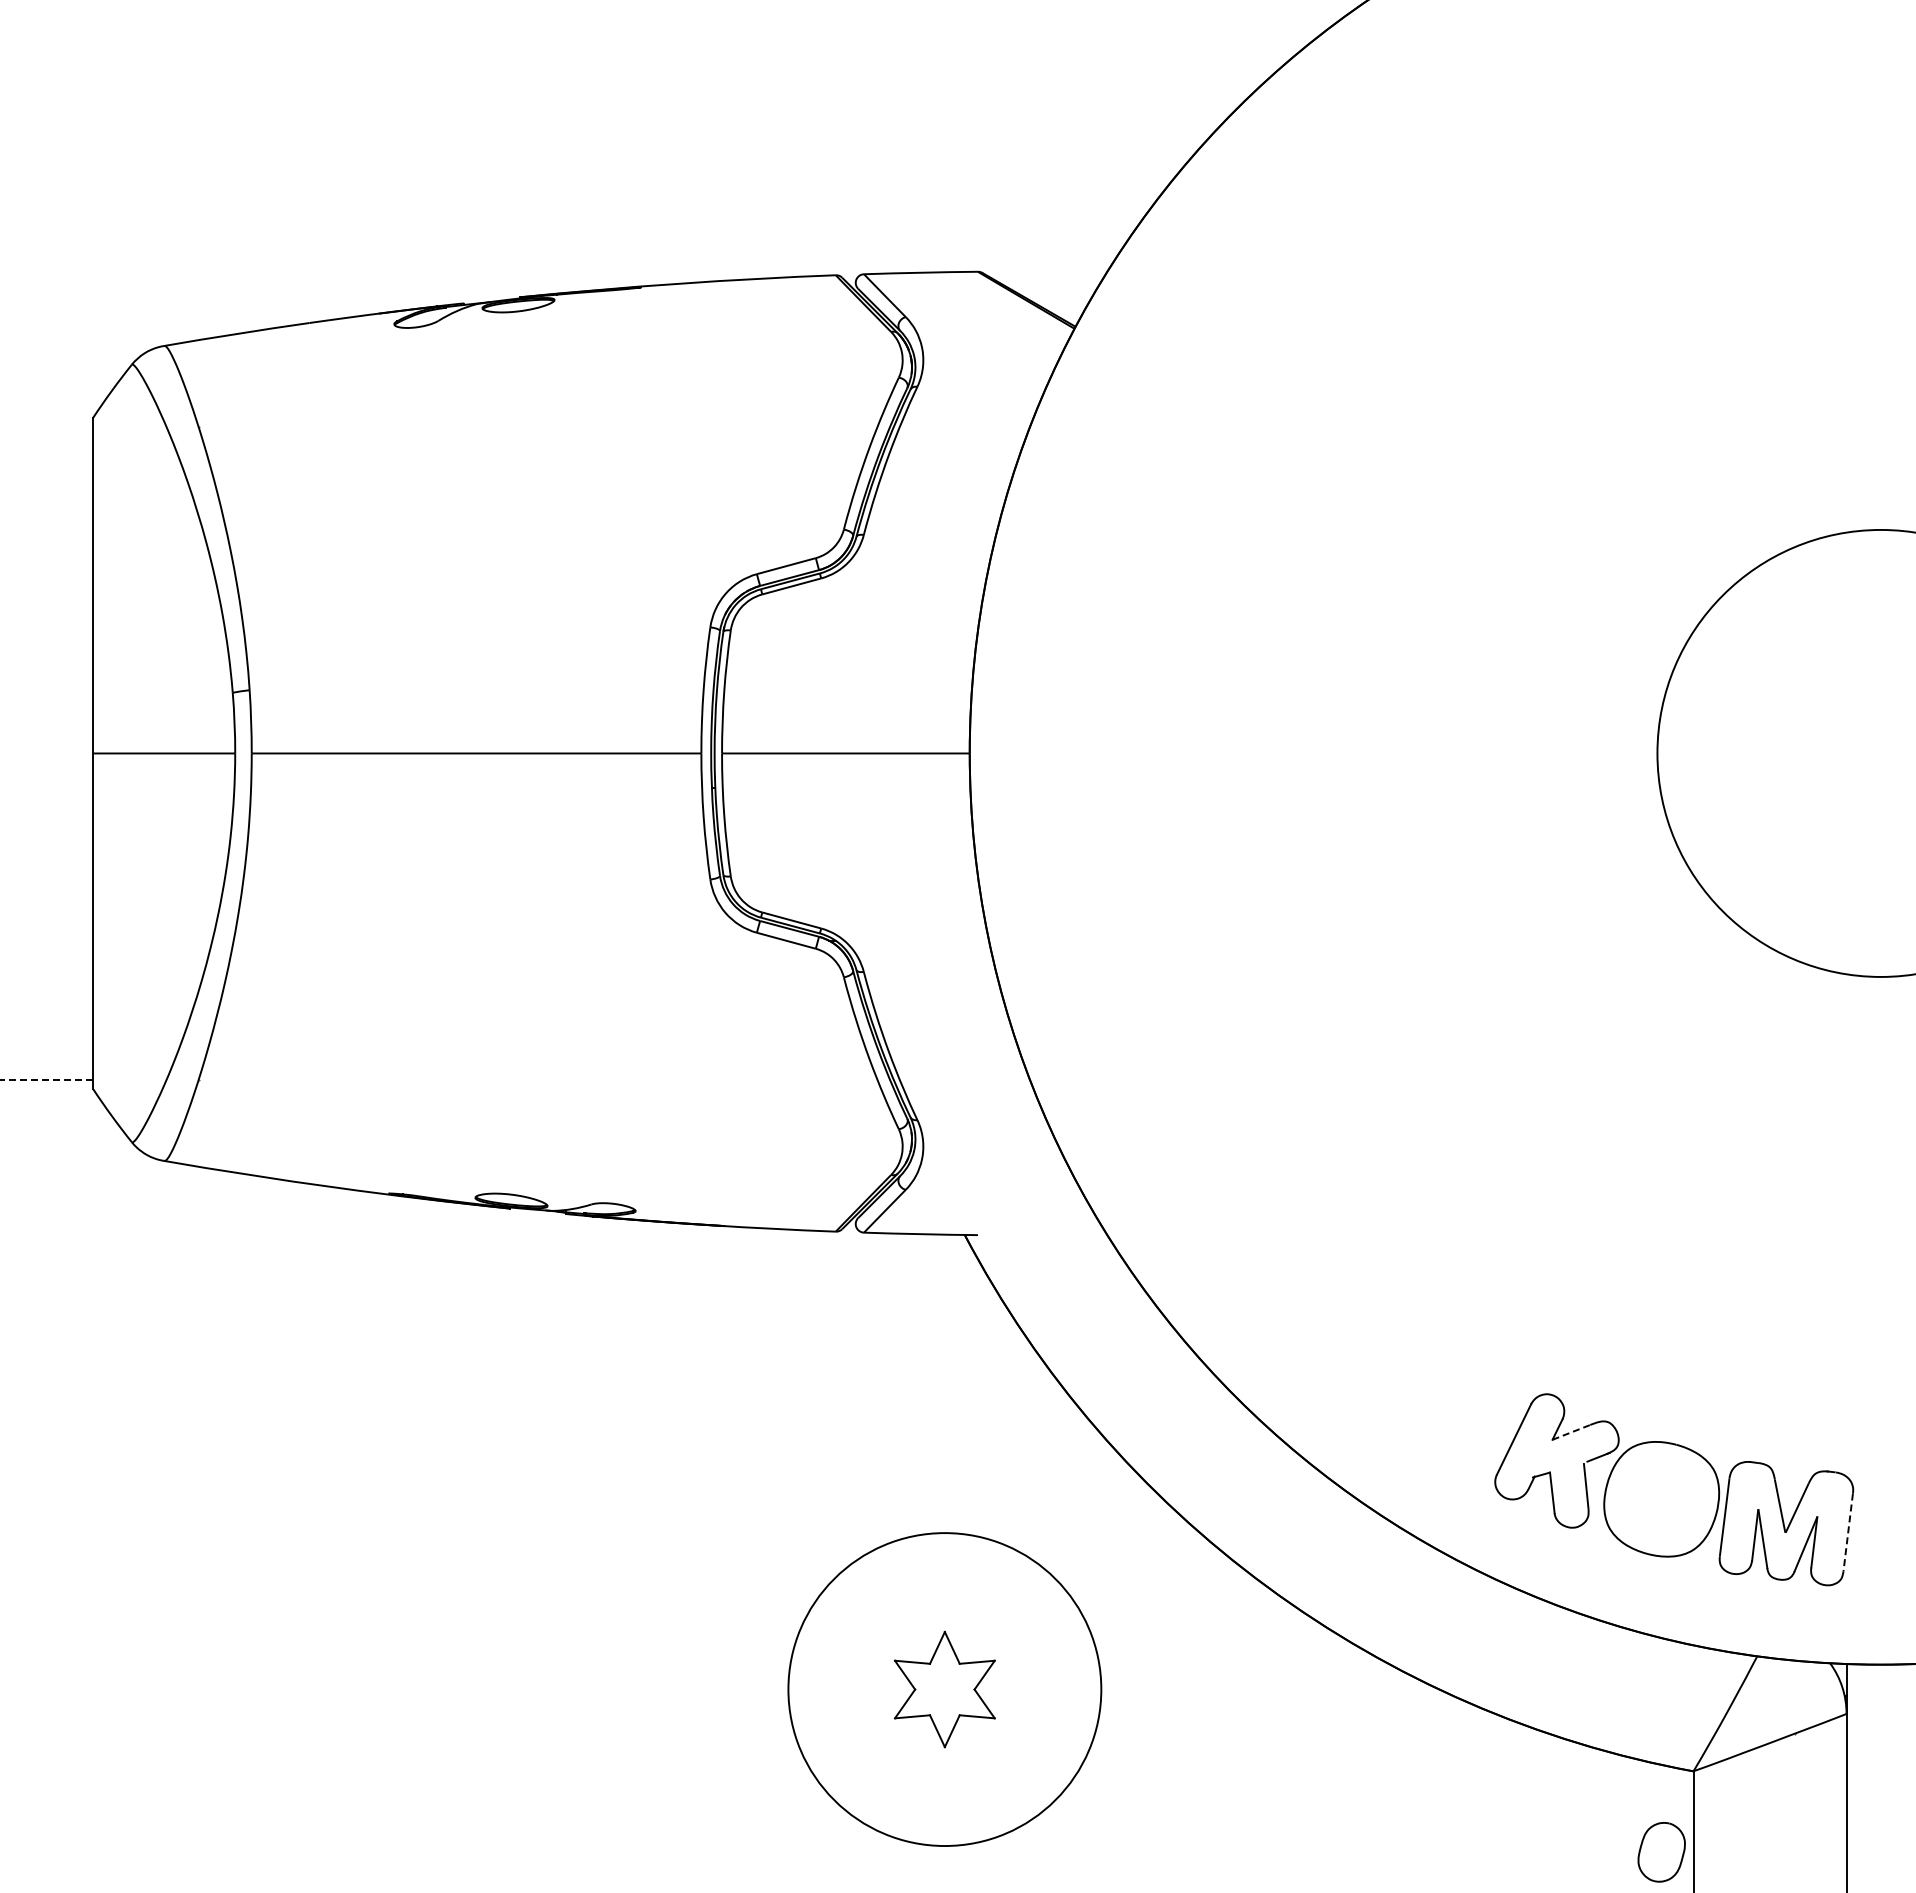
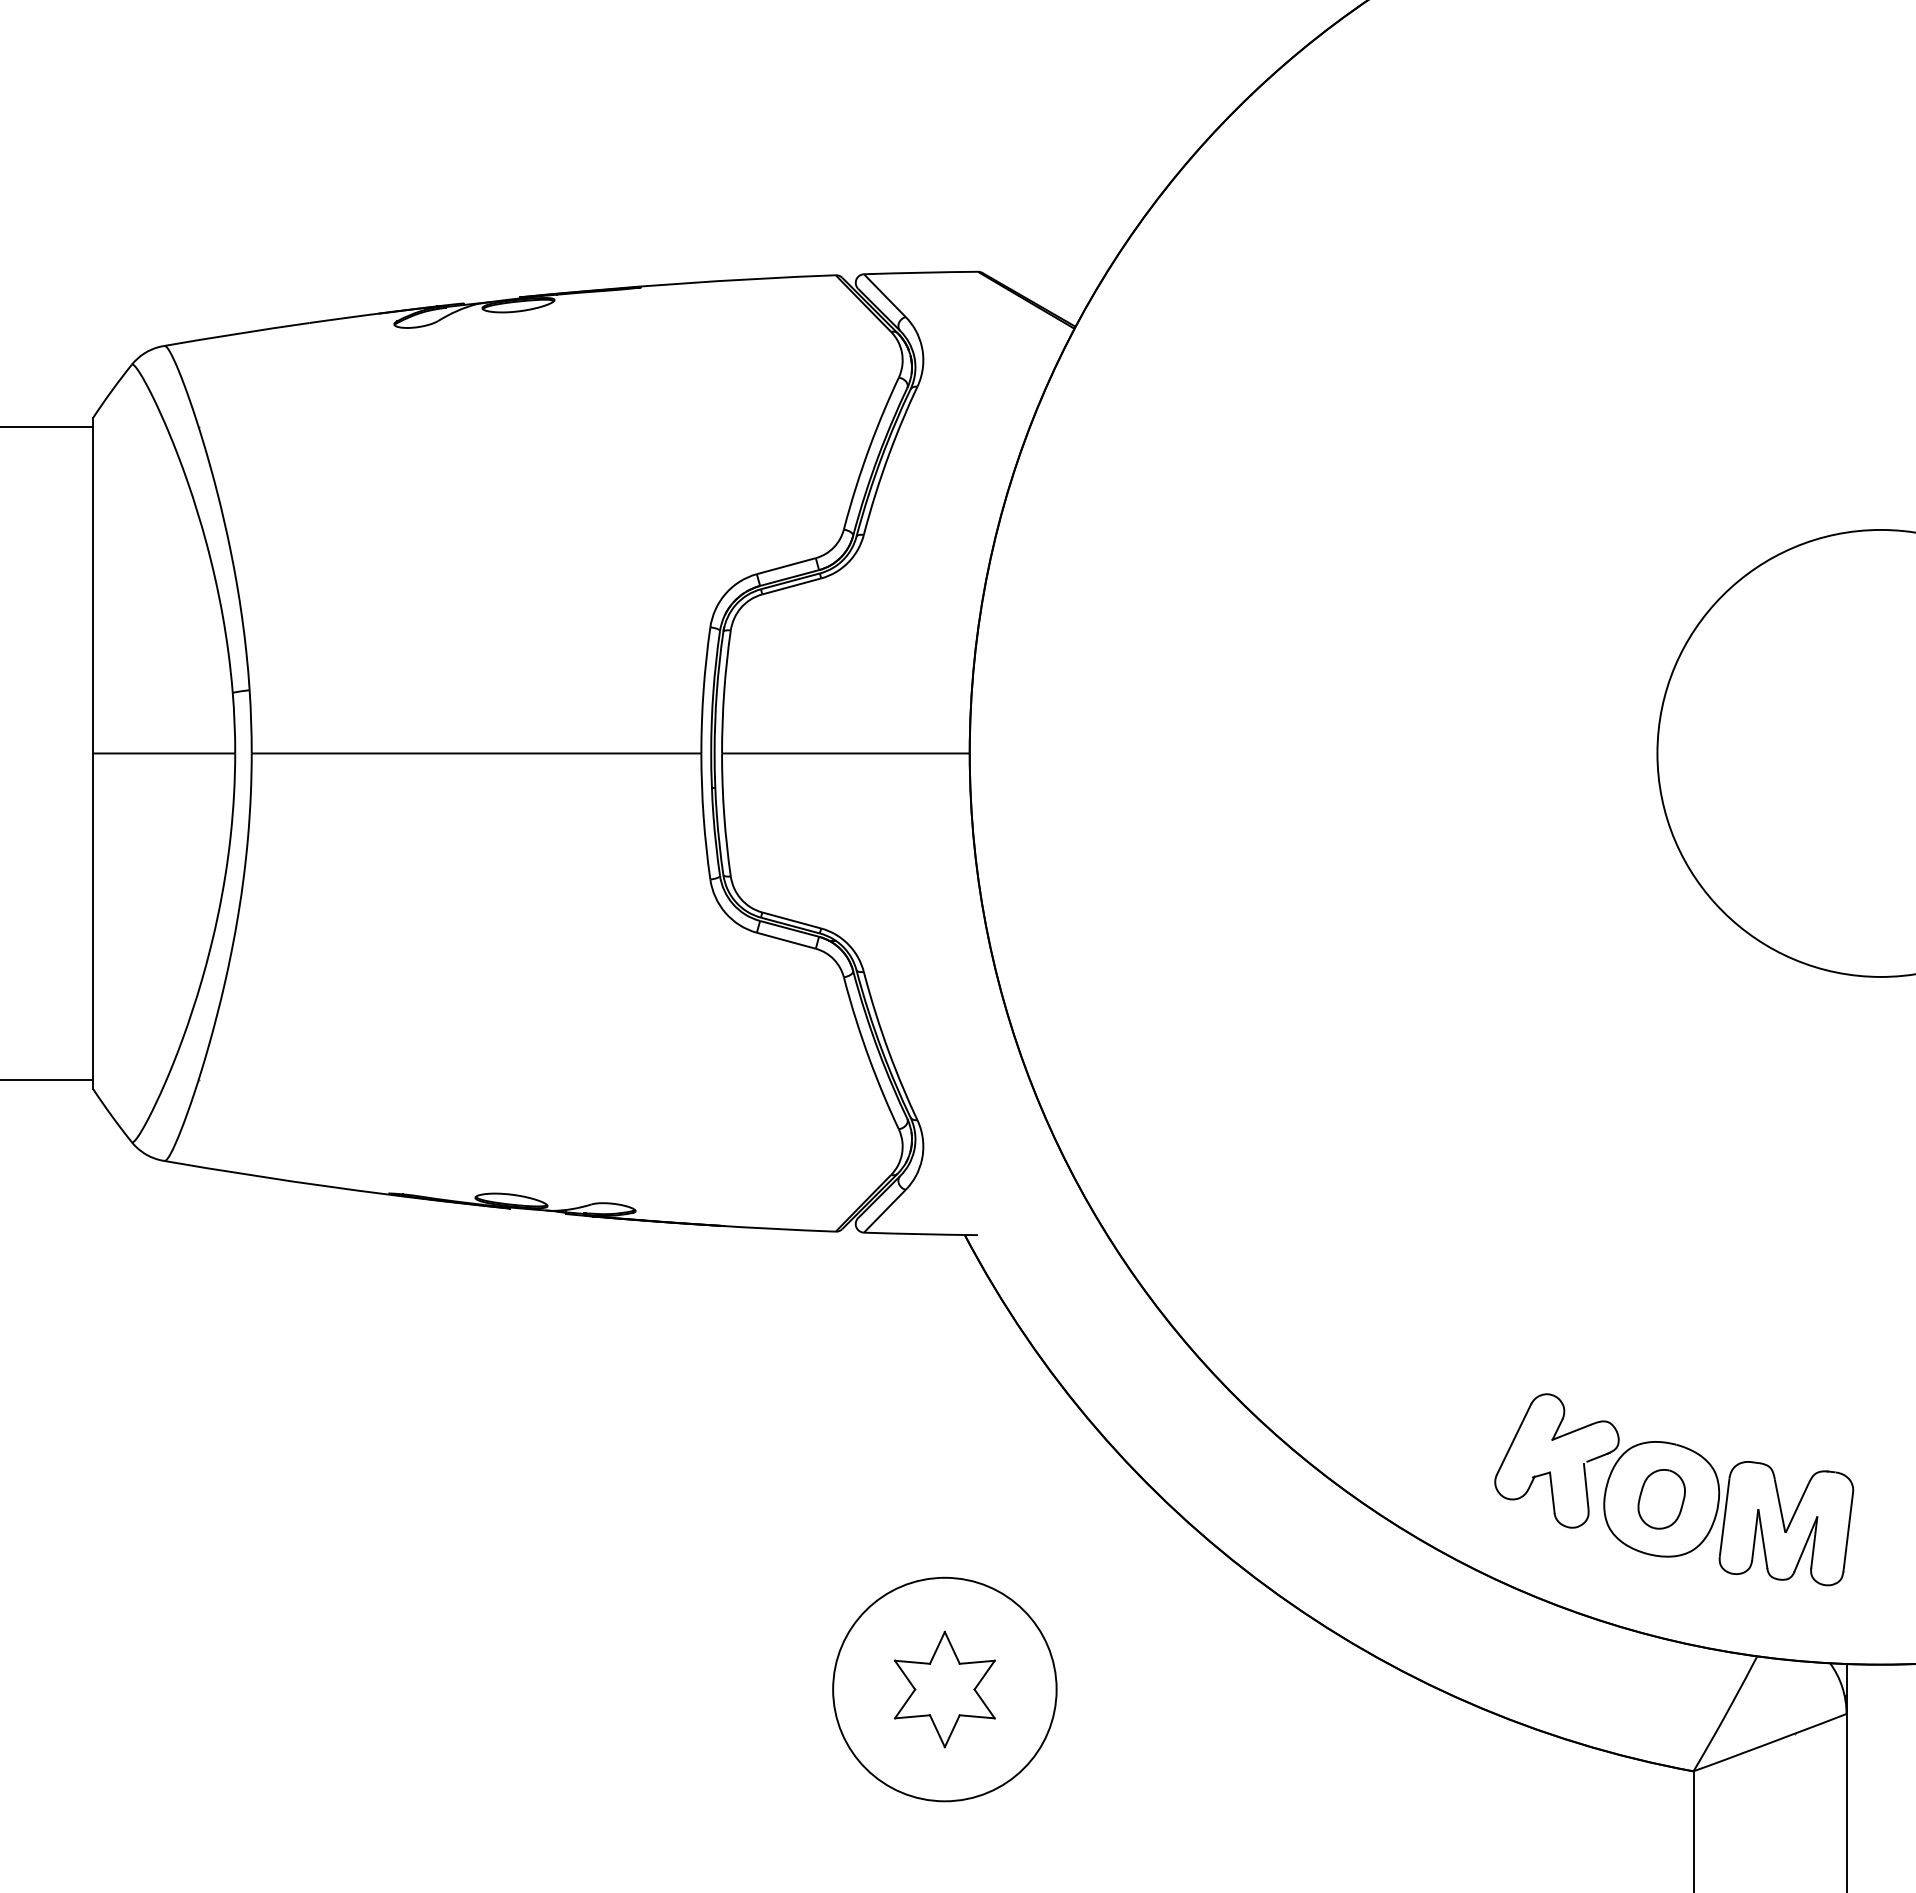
line at (47, 426): none -> present
line at (46, 1080): dashed -> solid
line at (1571, 1432): dashed -> solid
line at (1848, 1533): dashed -> solid
circle at (944, 1689) diameter: 313 px -> 224 px
part at (1661, 1852) position: (1661, 1852) -> (1661, 1499)
